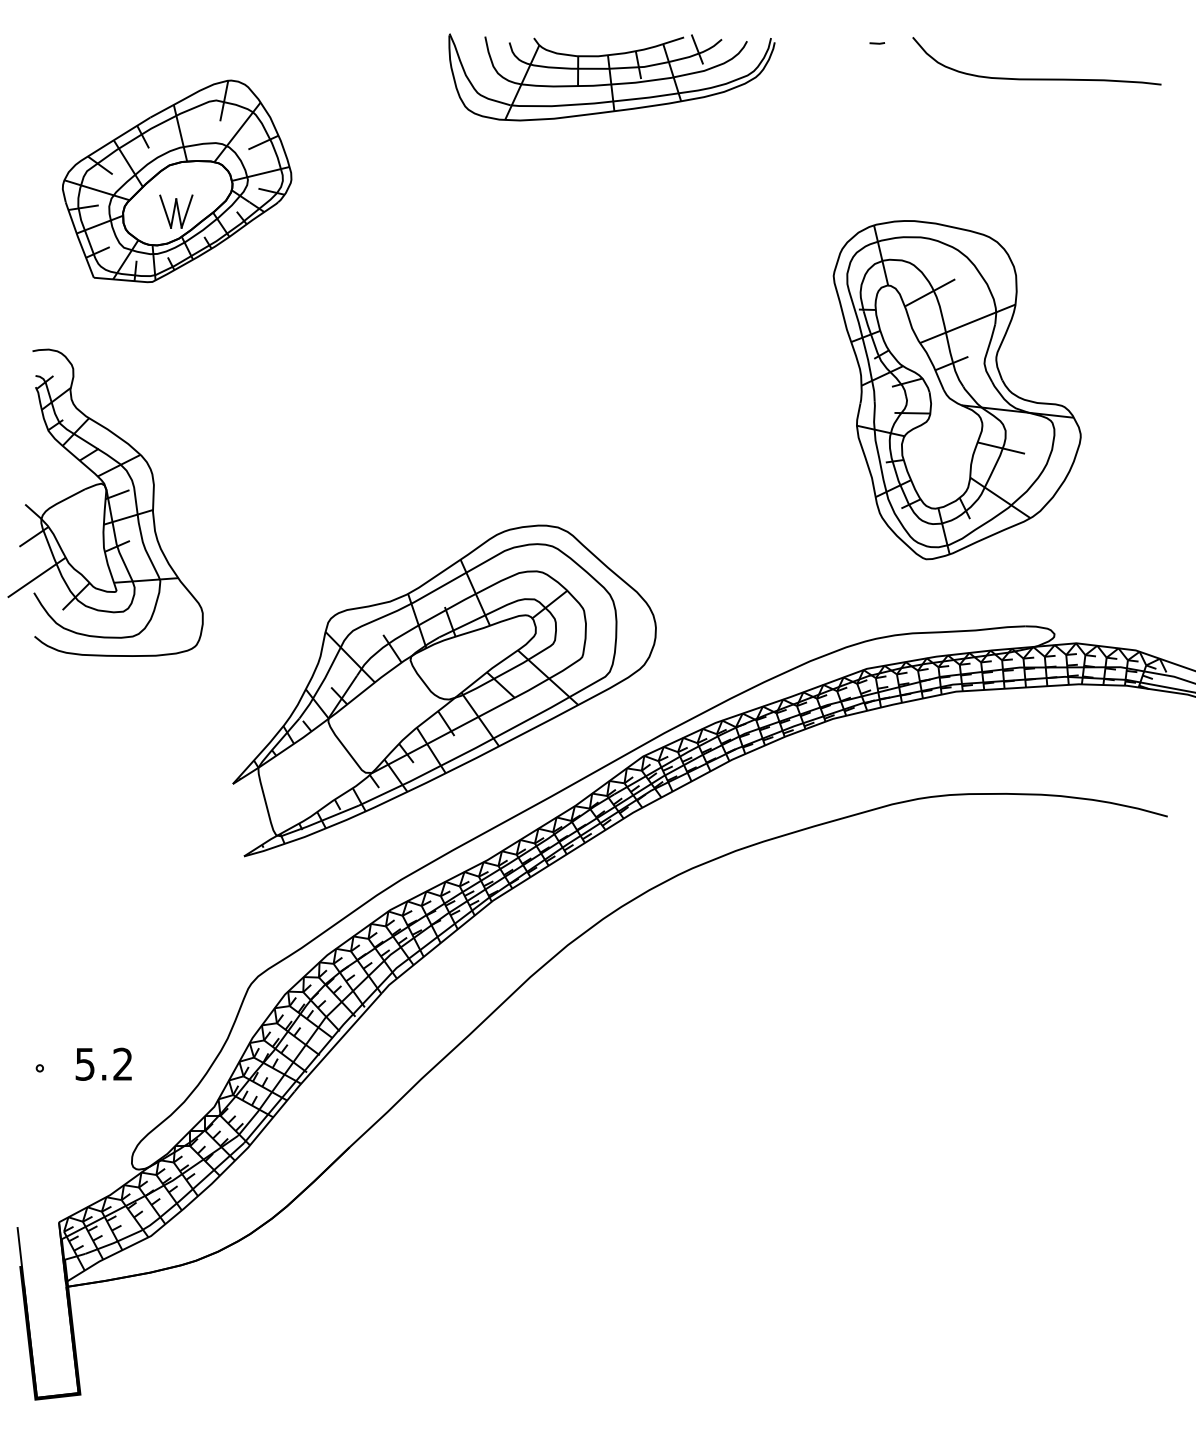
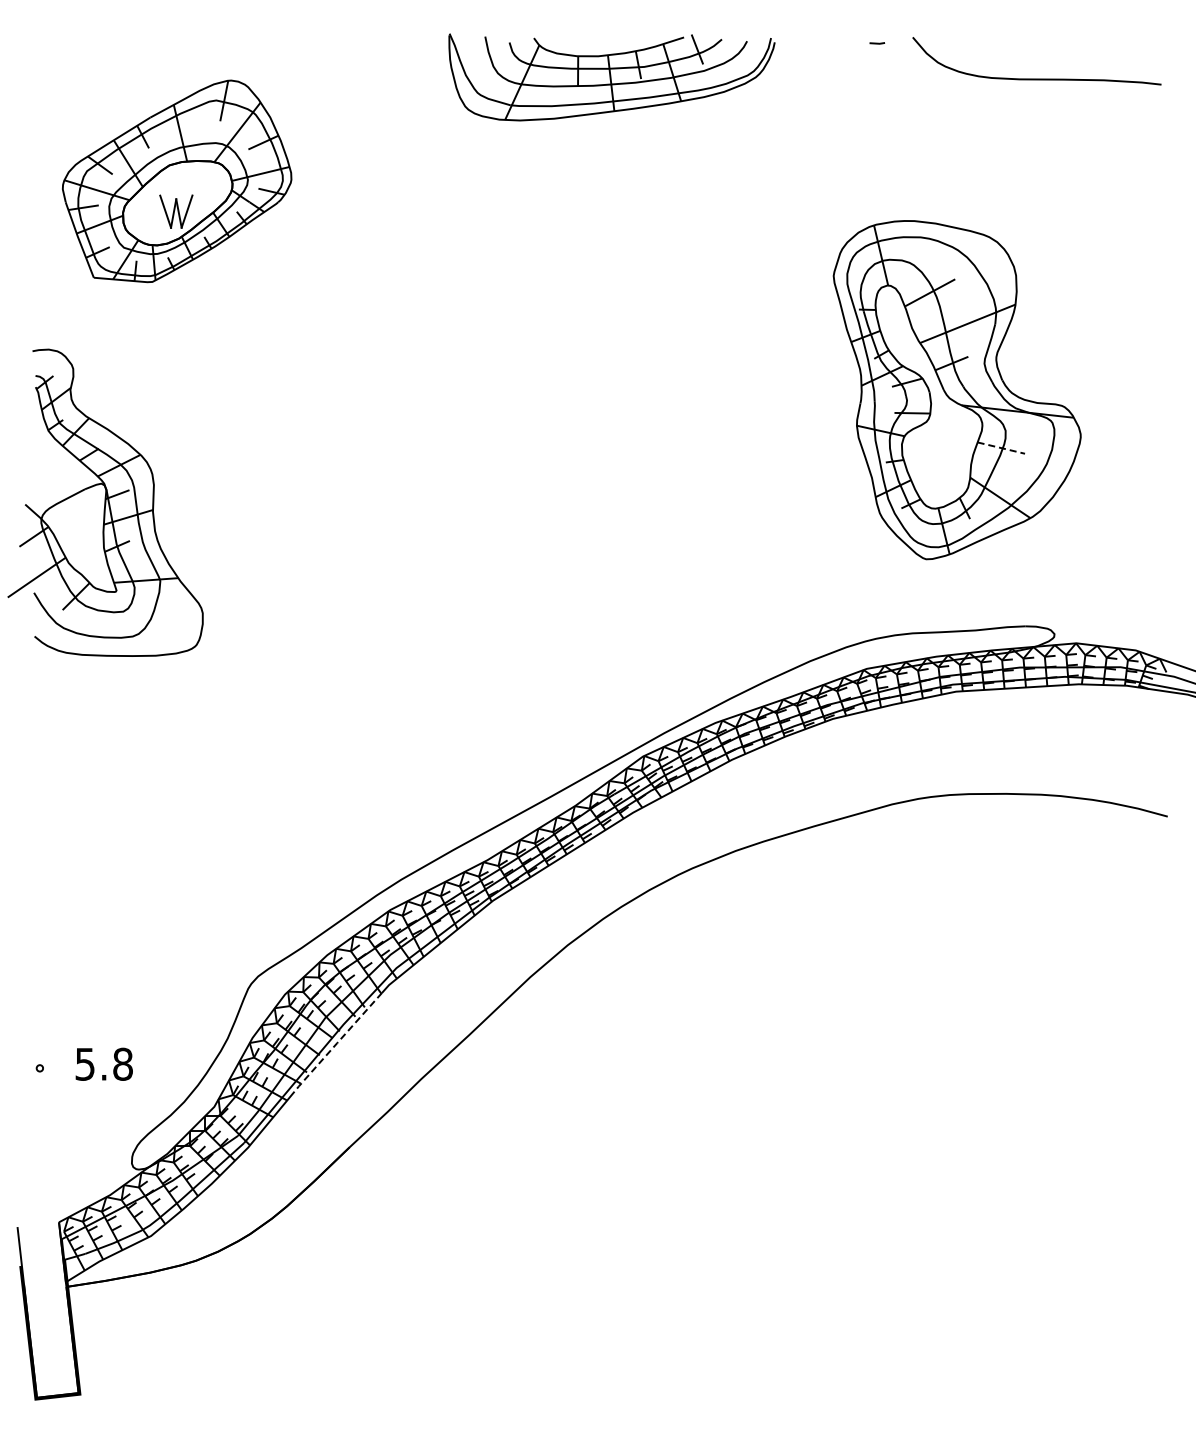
line at (1001, 448): solid -> dashed
part at (444, 690): present -> none
line at (337, 1043): solid -> dashed
text at (122, 1063): 5.2 -> 5.8
